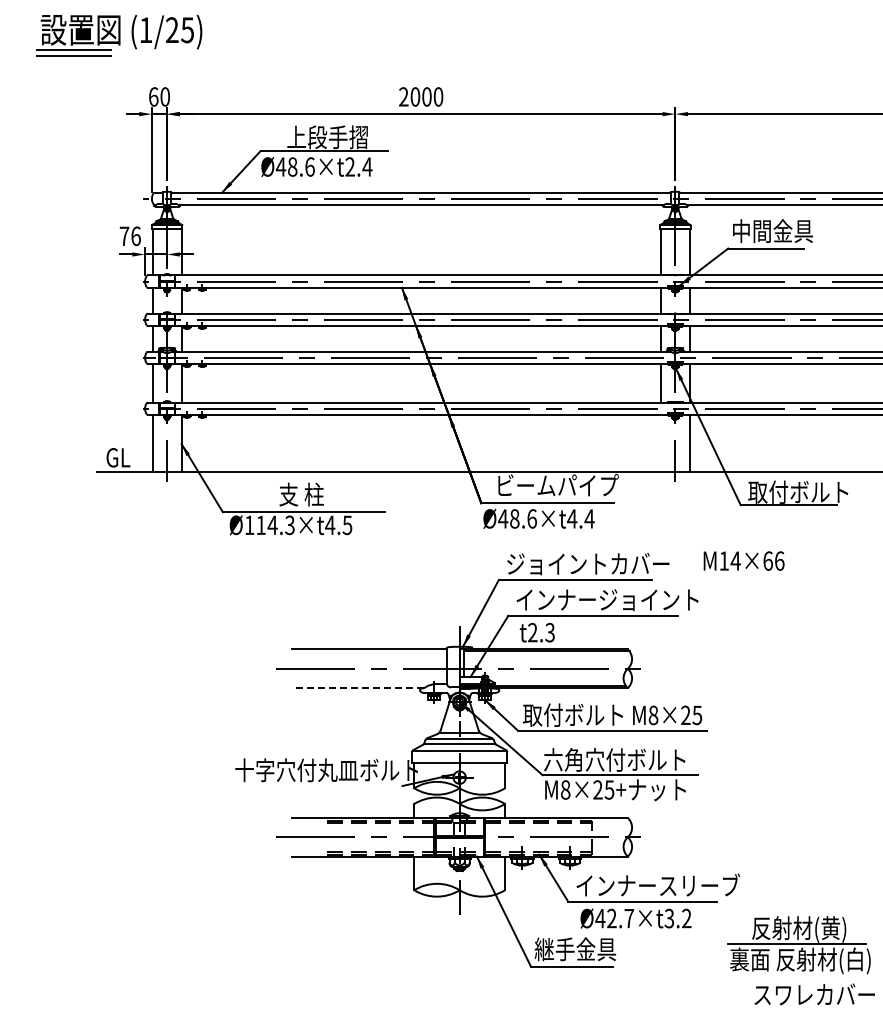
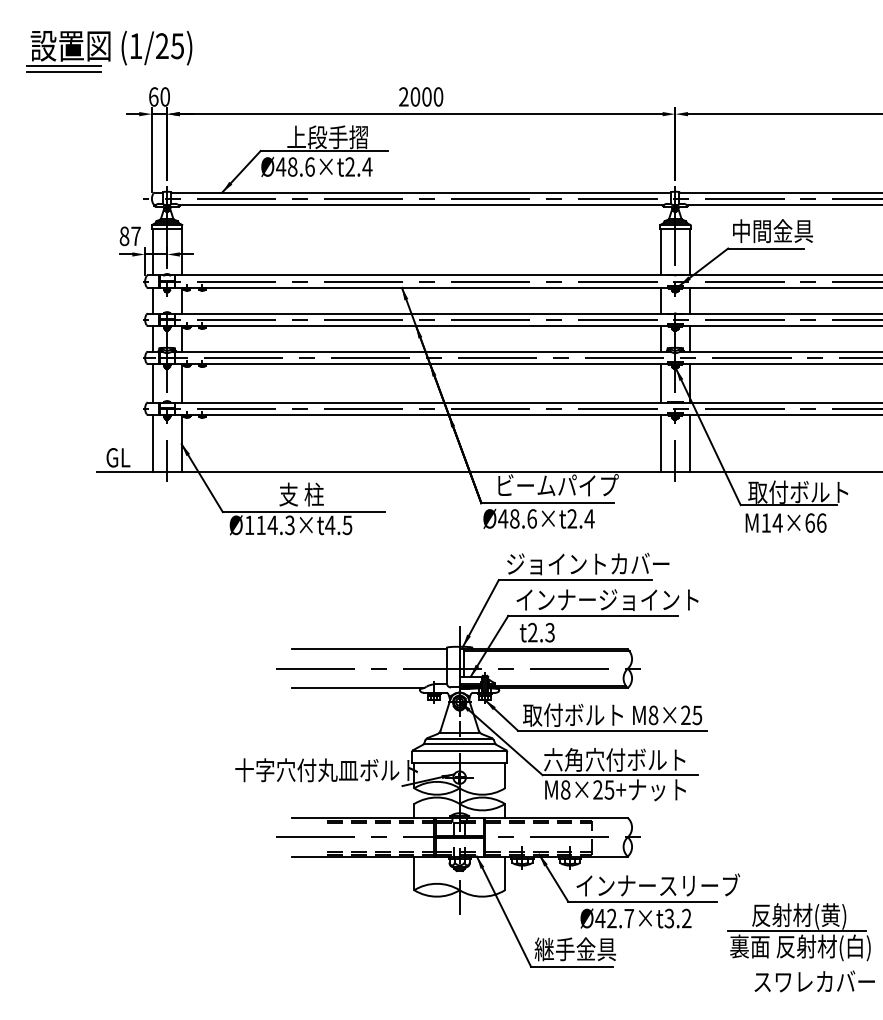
part at (119, 35) position: (119, 35) -> (109, 51)
text at (129, 236): 76 -> 87
line at (660, 443): none -> present
text at (572, 518): Ø48.6×t4.4 -> Ø48.6×t2.4
text at (743, 560) position: (743, 560) -> (785, 522)
line at (357, 688): dashed -> solid
part at (800, 960) position: (800, 960) -> (800, 947)
